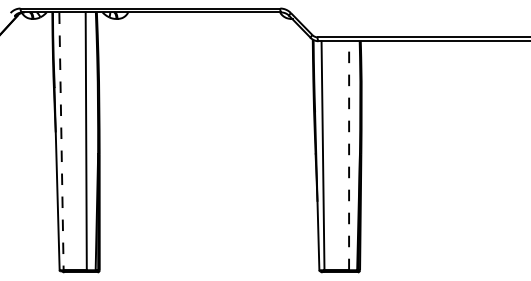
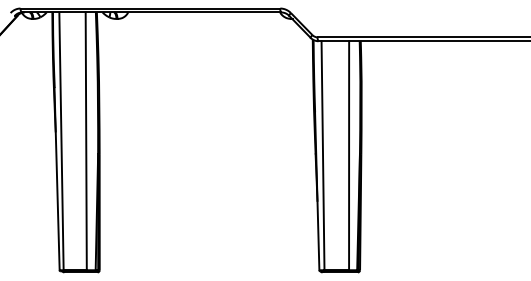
line at (61, 141): dashed -> solid
line at (349, 155): dashed -> solid
